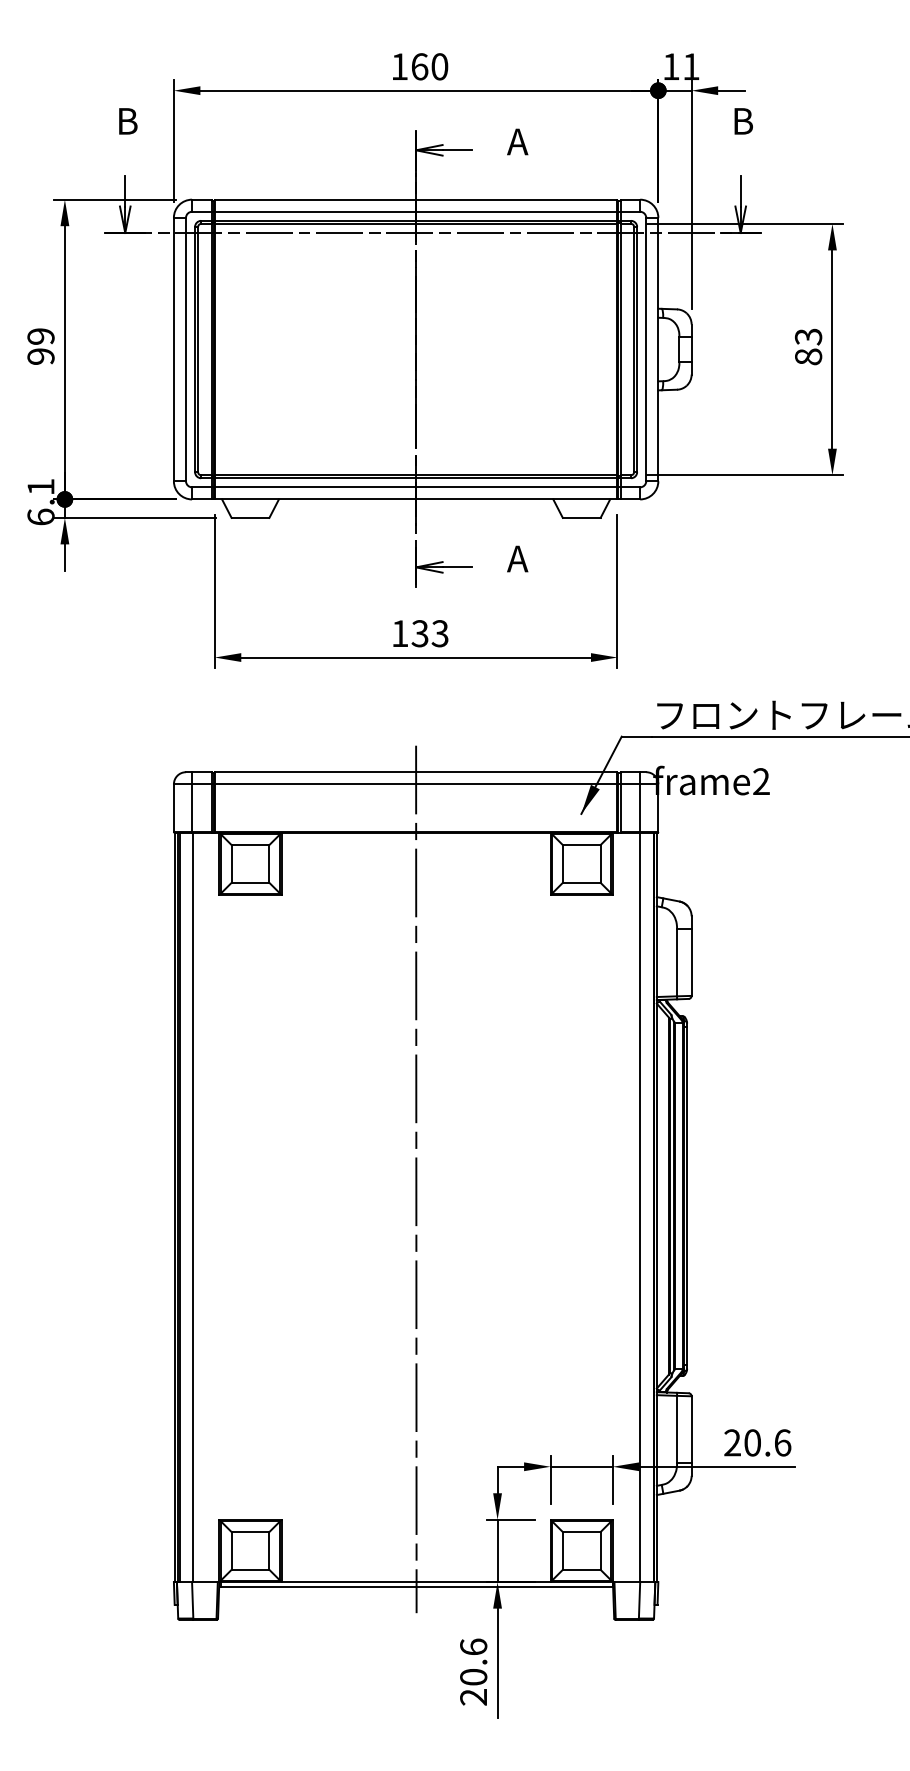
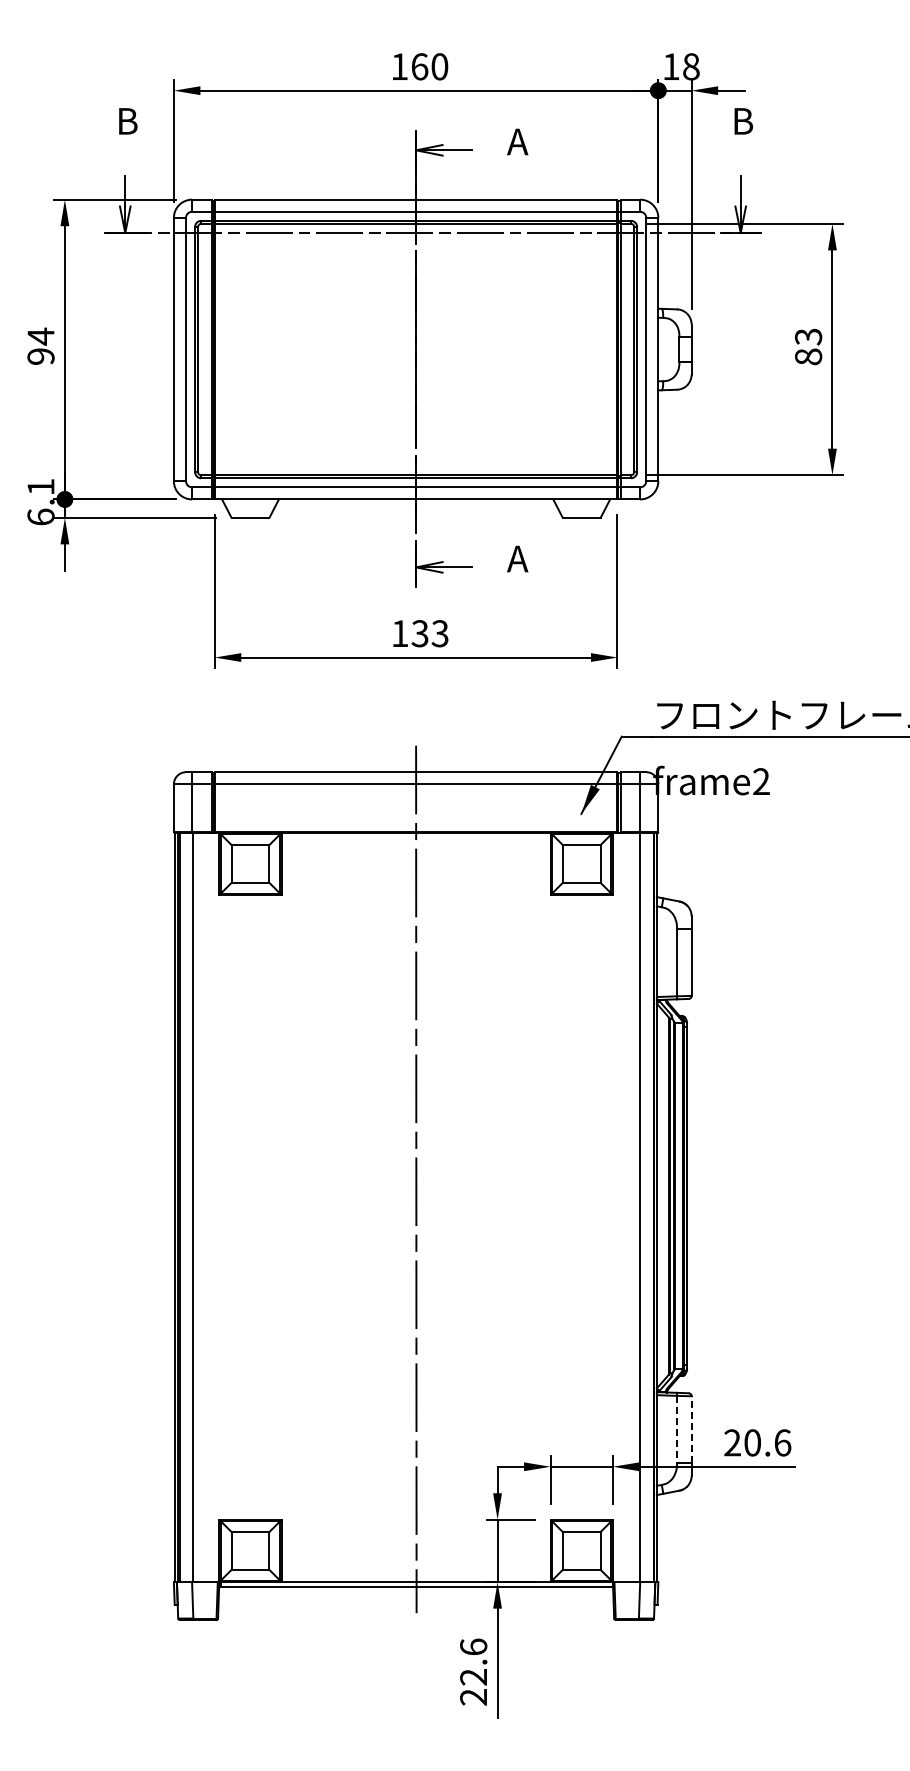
text at (691, 66): 11 -> 18
text at (40, 336): 99 -> 94
line at (677, 1429): solid -> dashed
line at (691, 1429): solid -> dashed
text at (473, 1677): 20.6 -> 22.6
